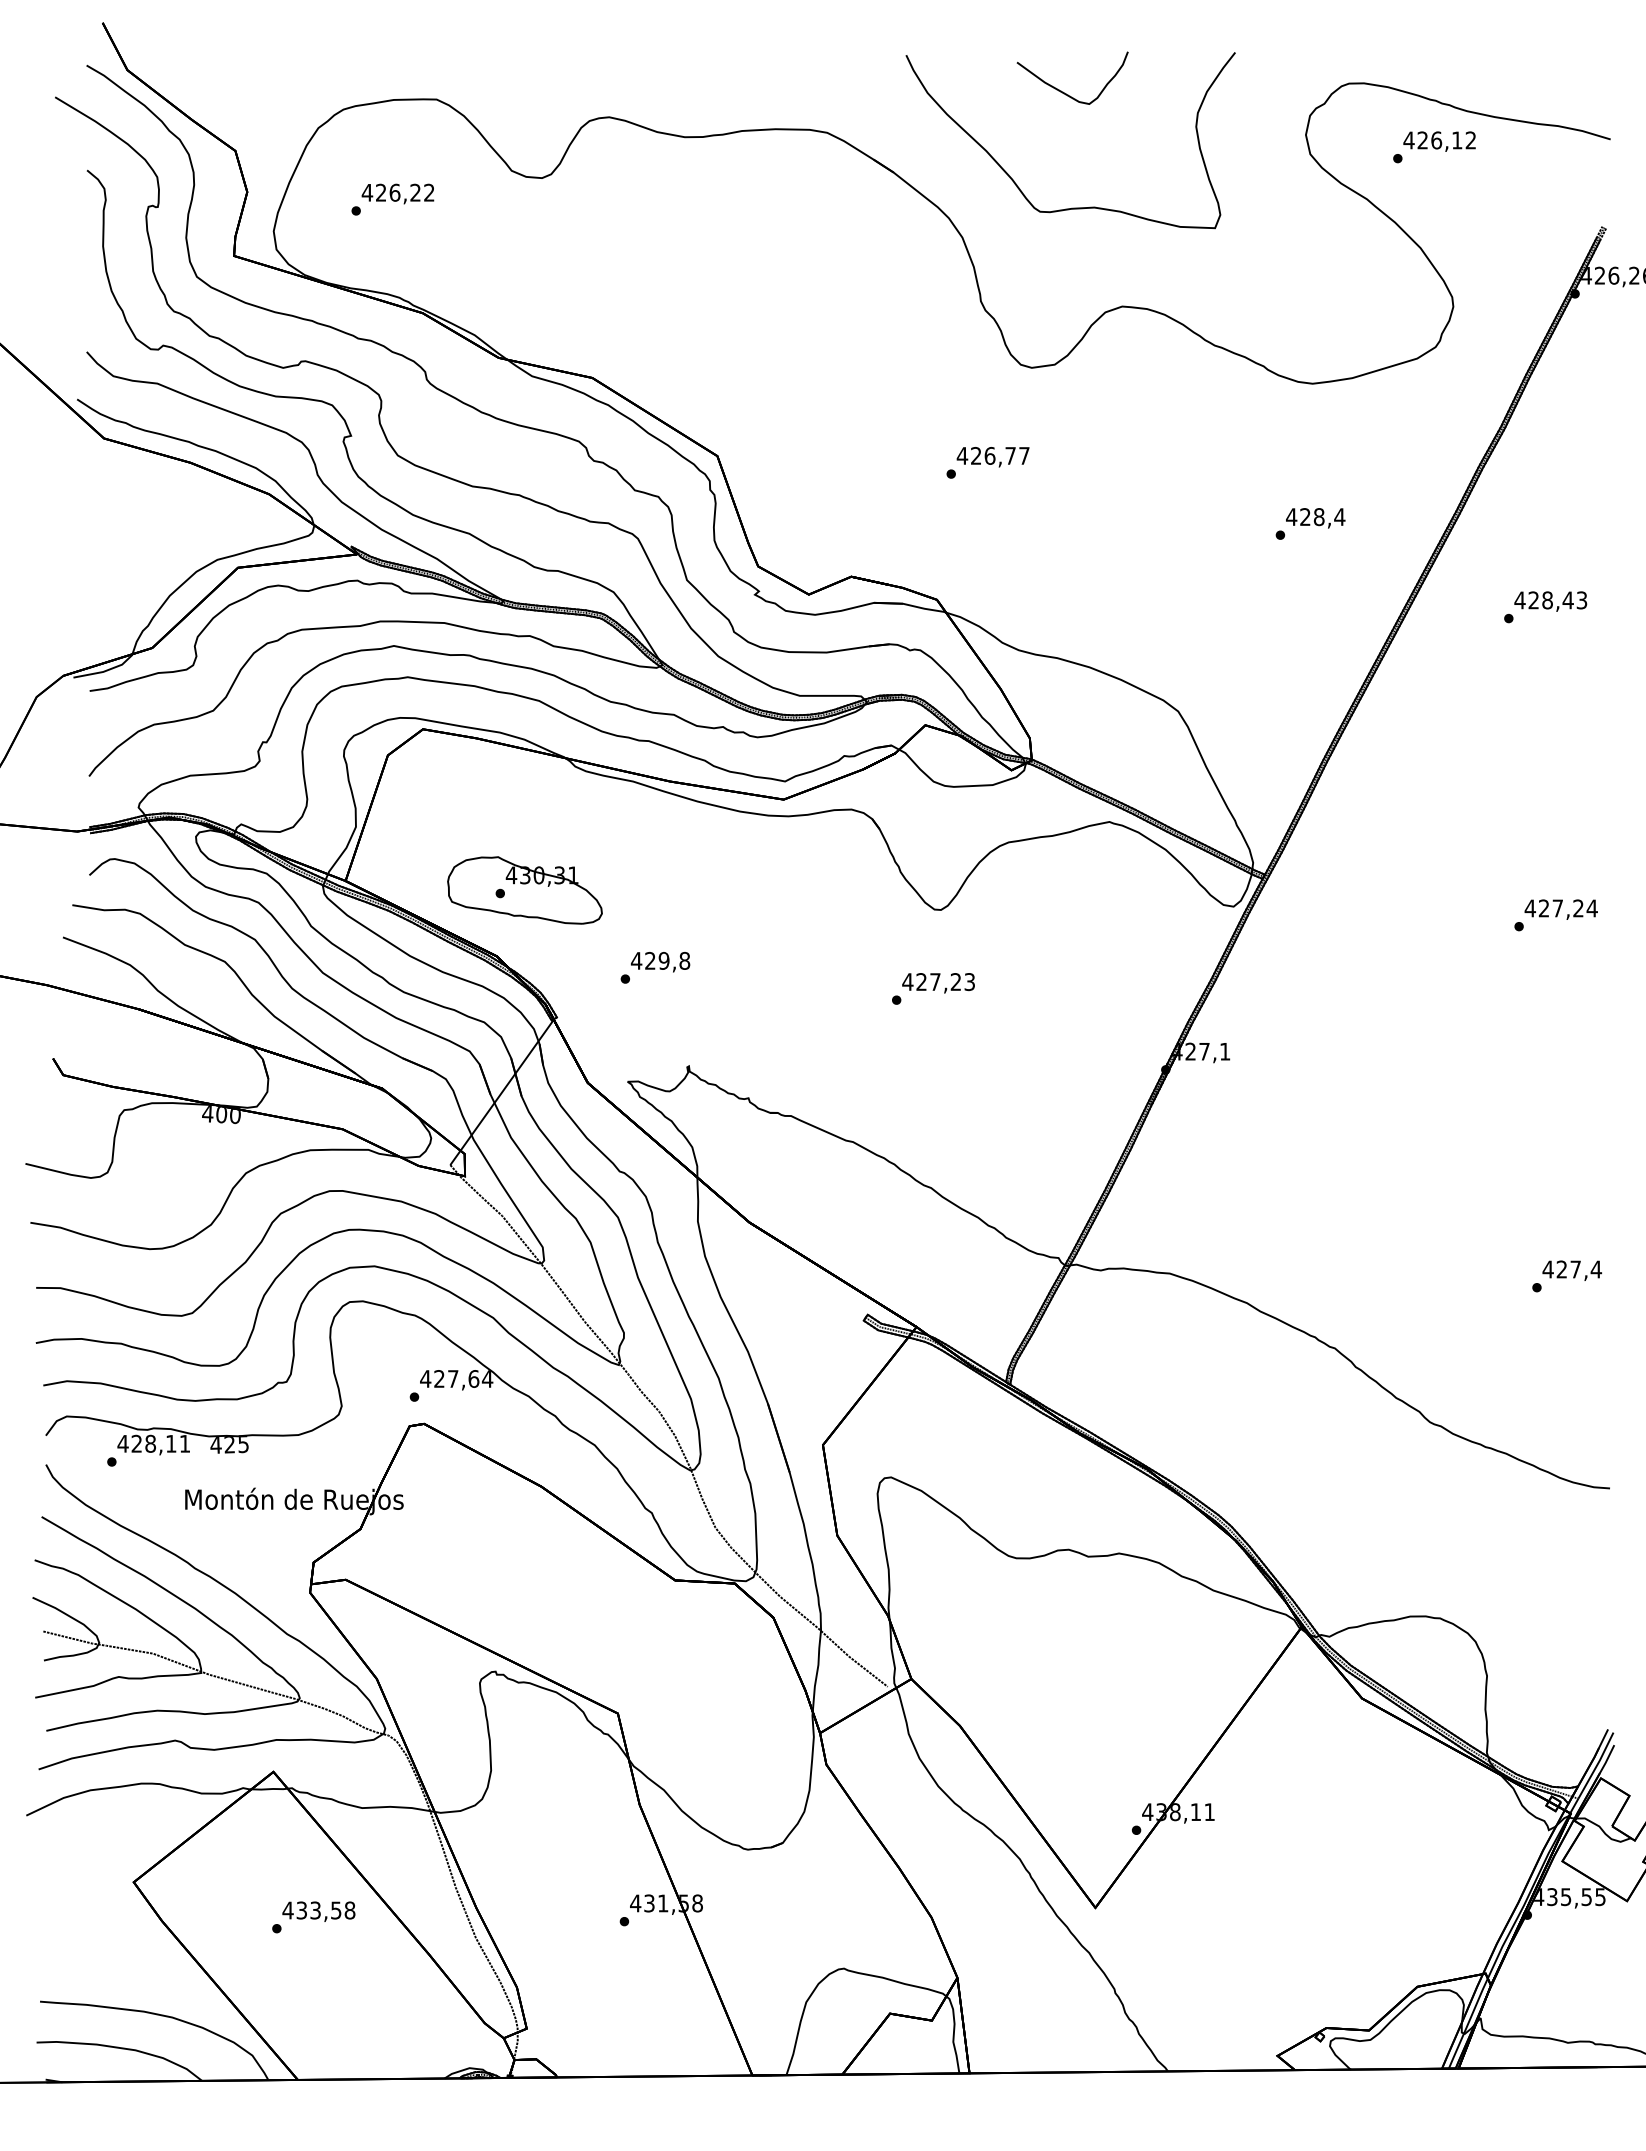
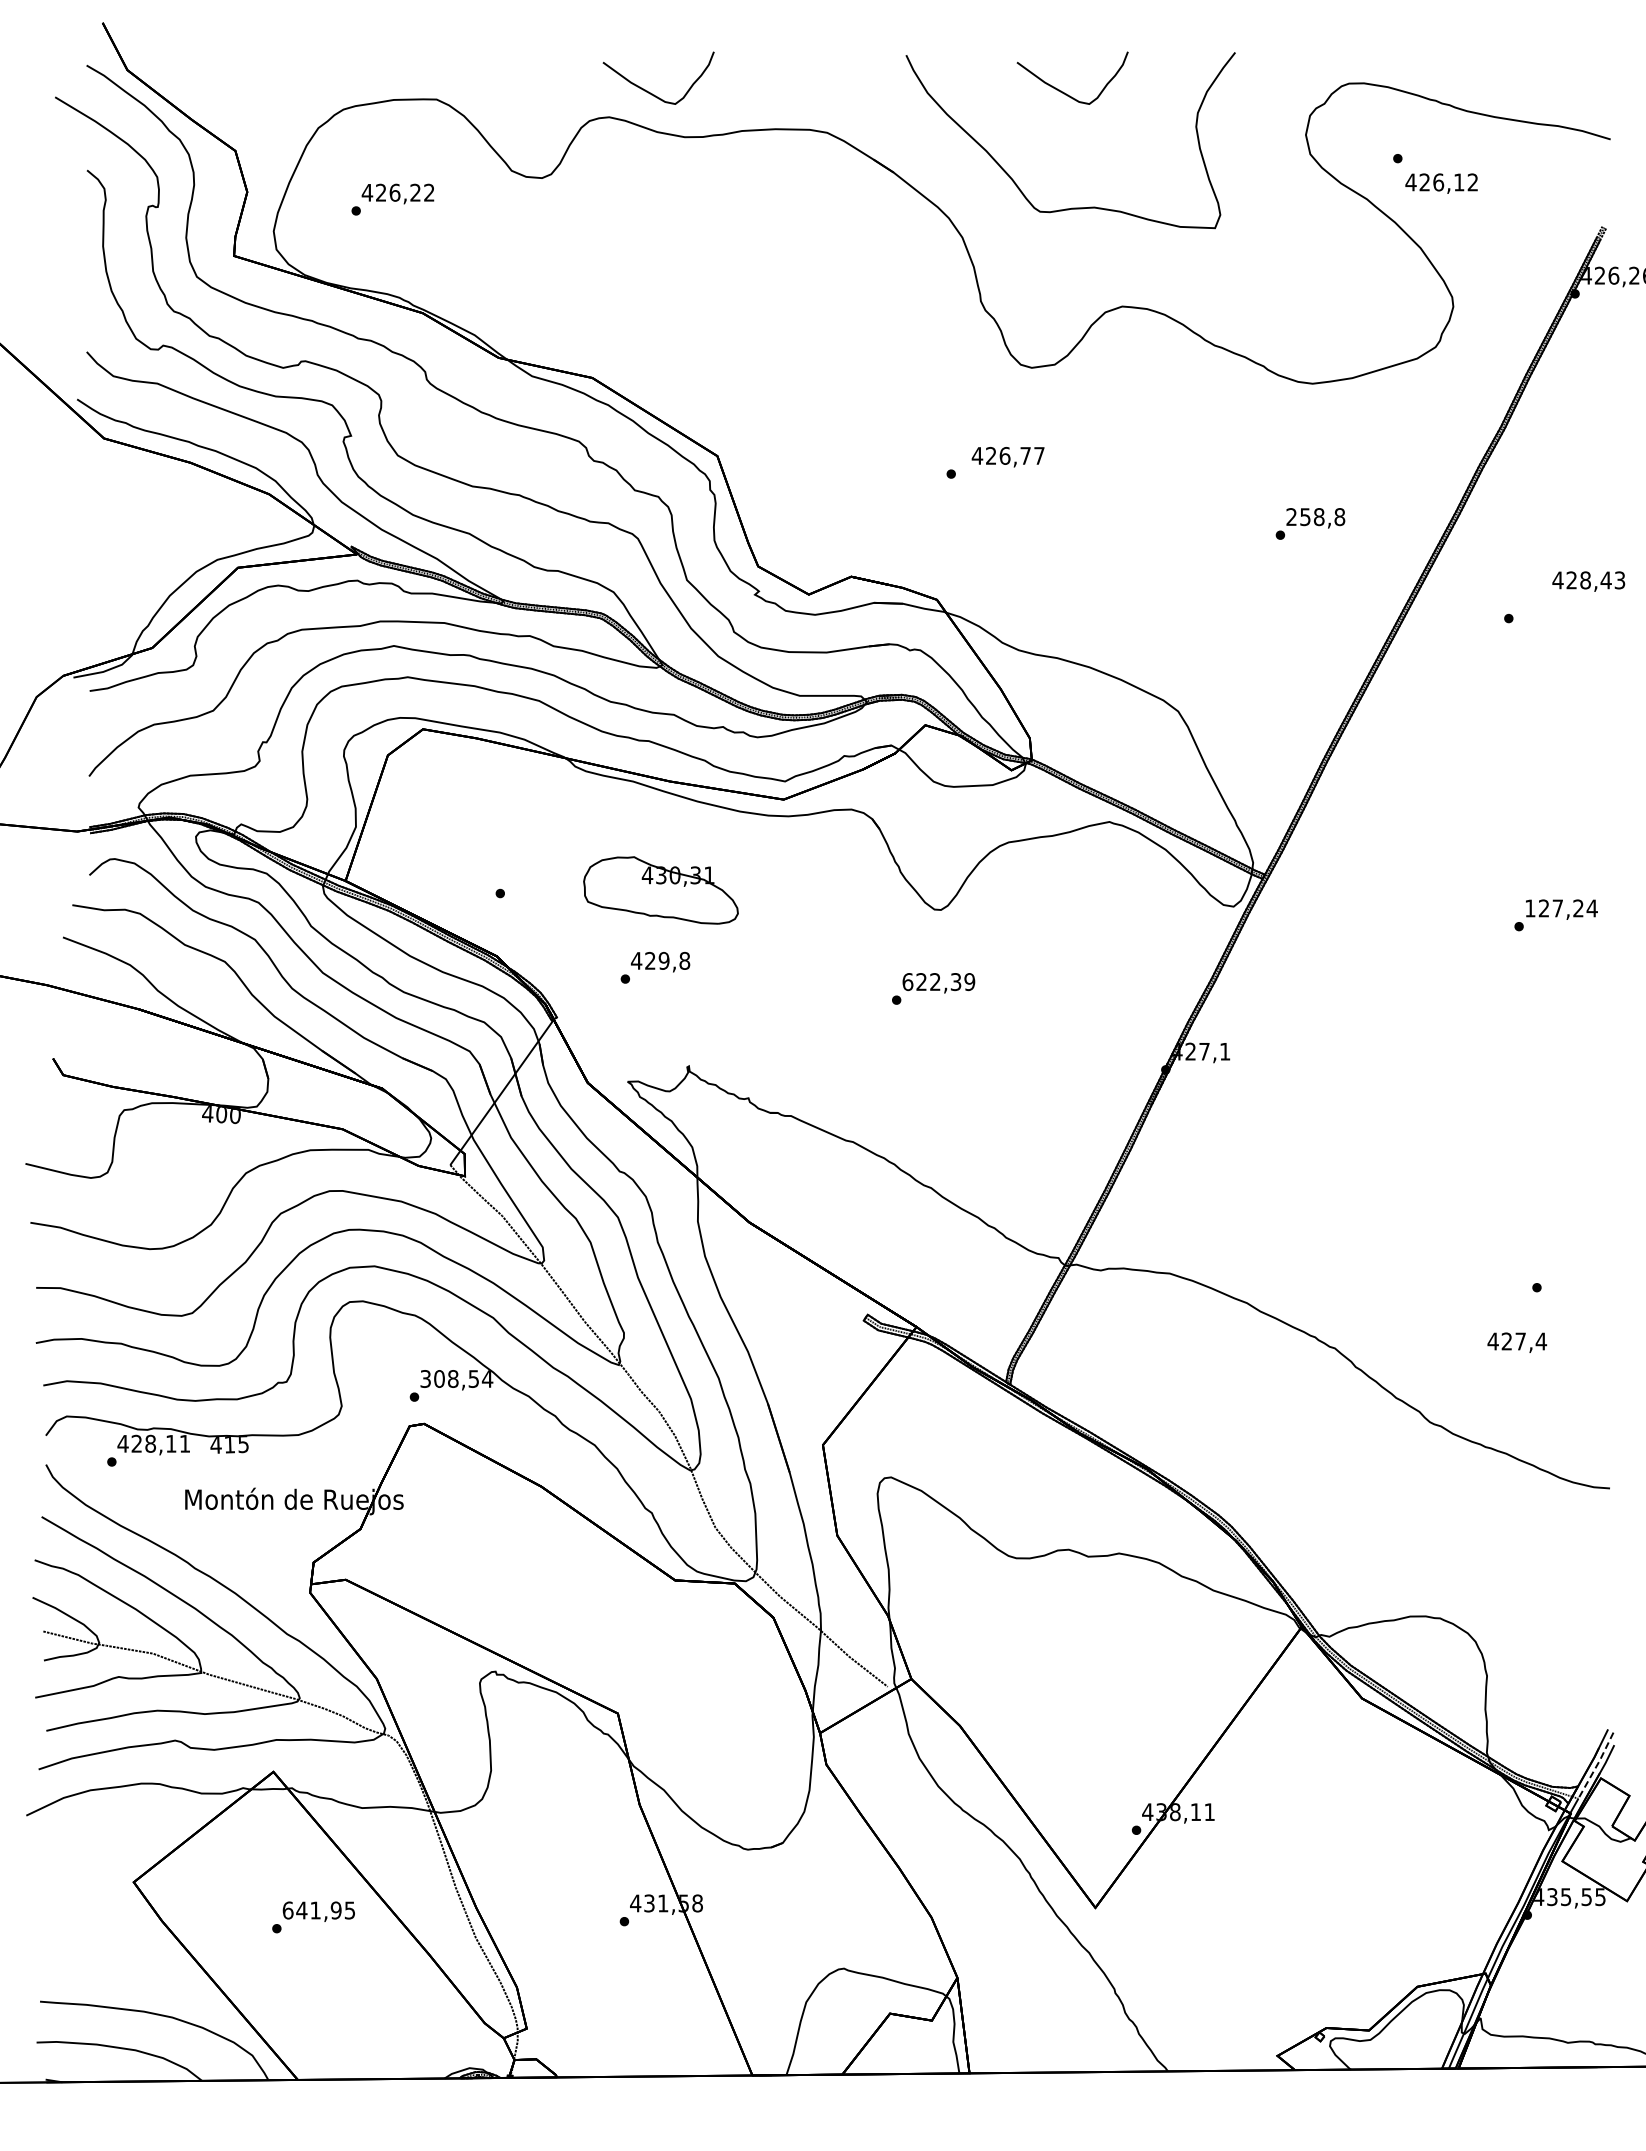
curve at (649, 91): none -> present
text at (1439, 141) position: (1439, 141) -> (1441, 183)
text at (992, 457) position: (992, 457) -> (1007, 457)
text at (1315, 517): 428,4 -> 258,8
text at (1550, 601) position: (1550, 601) -> (1588, 581)
part at (524, 890) position: (524, 890) -> (660, 890)
text at (1529, 908): 427,24 -> 127,24
text at (938, 982): 427,23 -> 622,39
text at (1571, 1270) position: (1571, 1270) -> (1516, 1342)
text at (449, 1378): 427,64 -> 308,54
text at (229, 1445): 425 -> 415
line at (1596, 1766): solid -> dashed
text at (318, 1910): 433,58 -> 641,95
